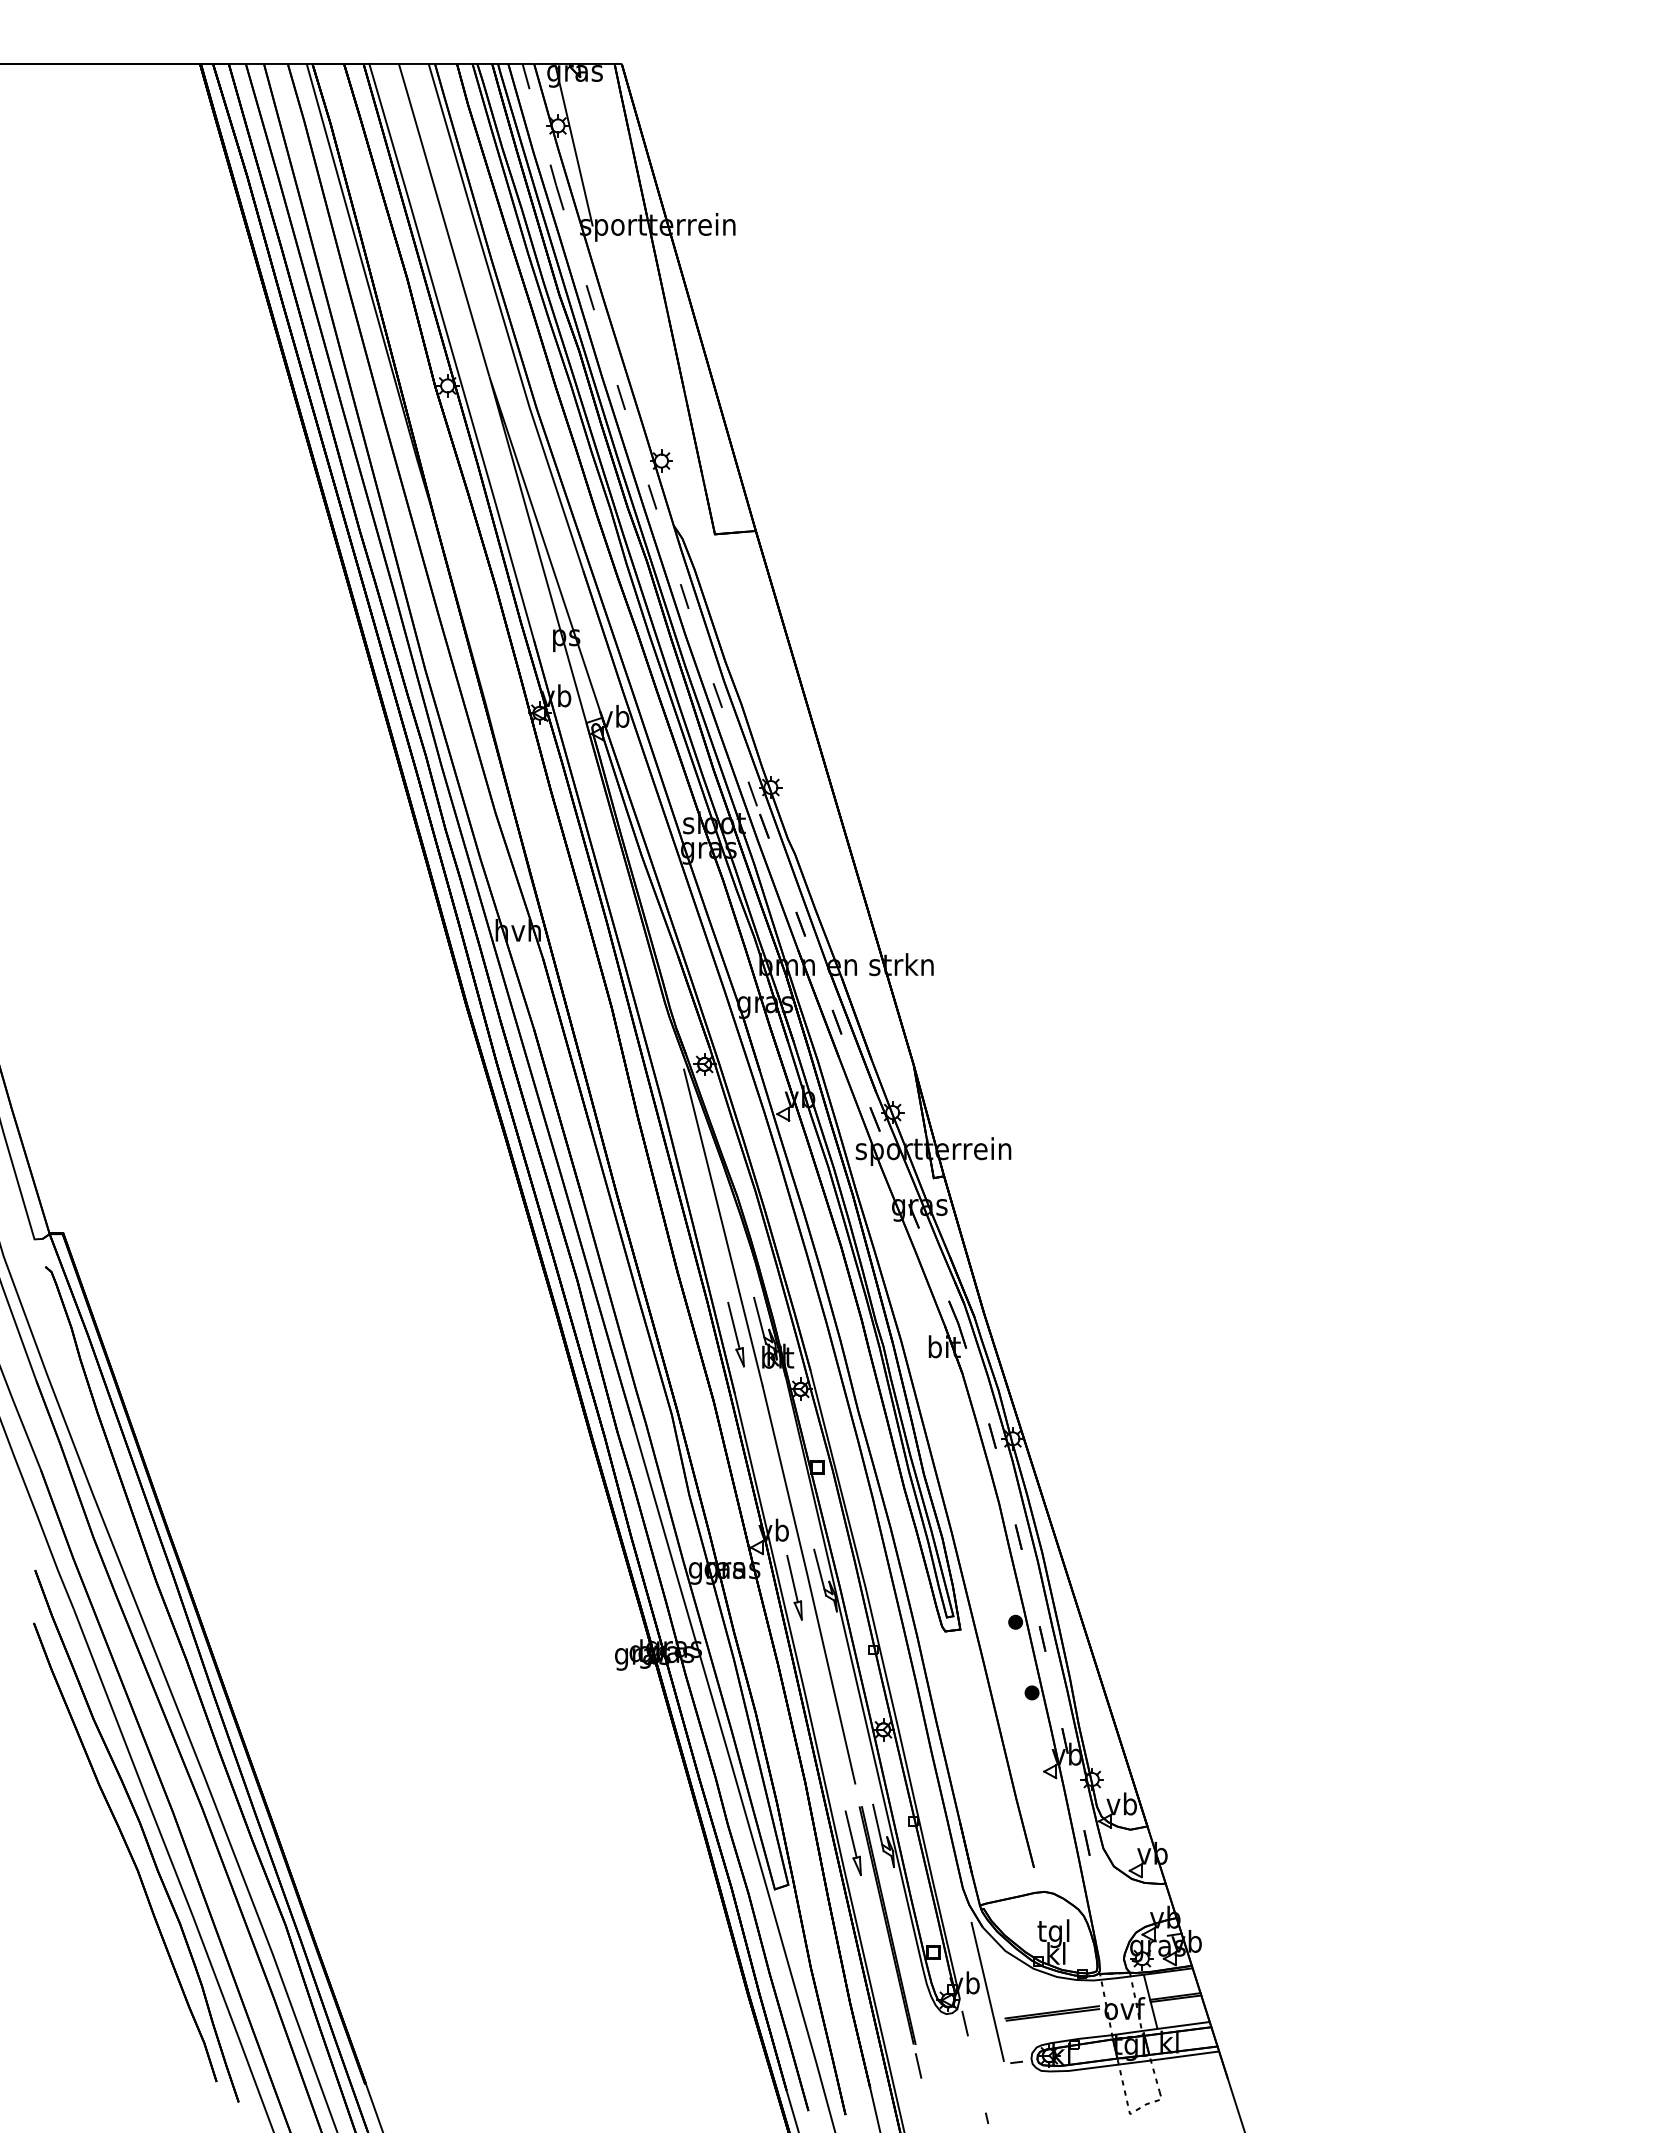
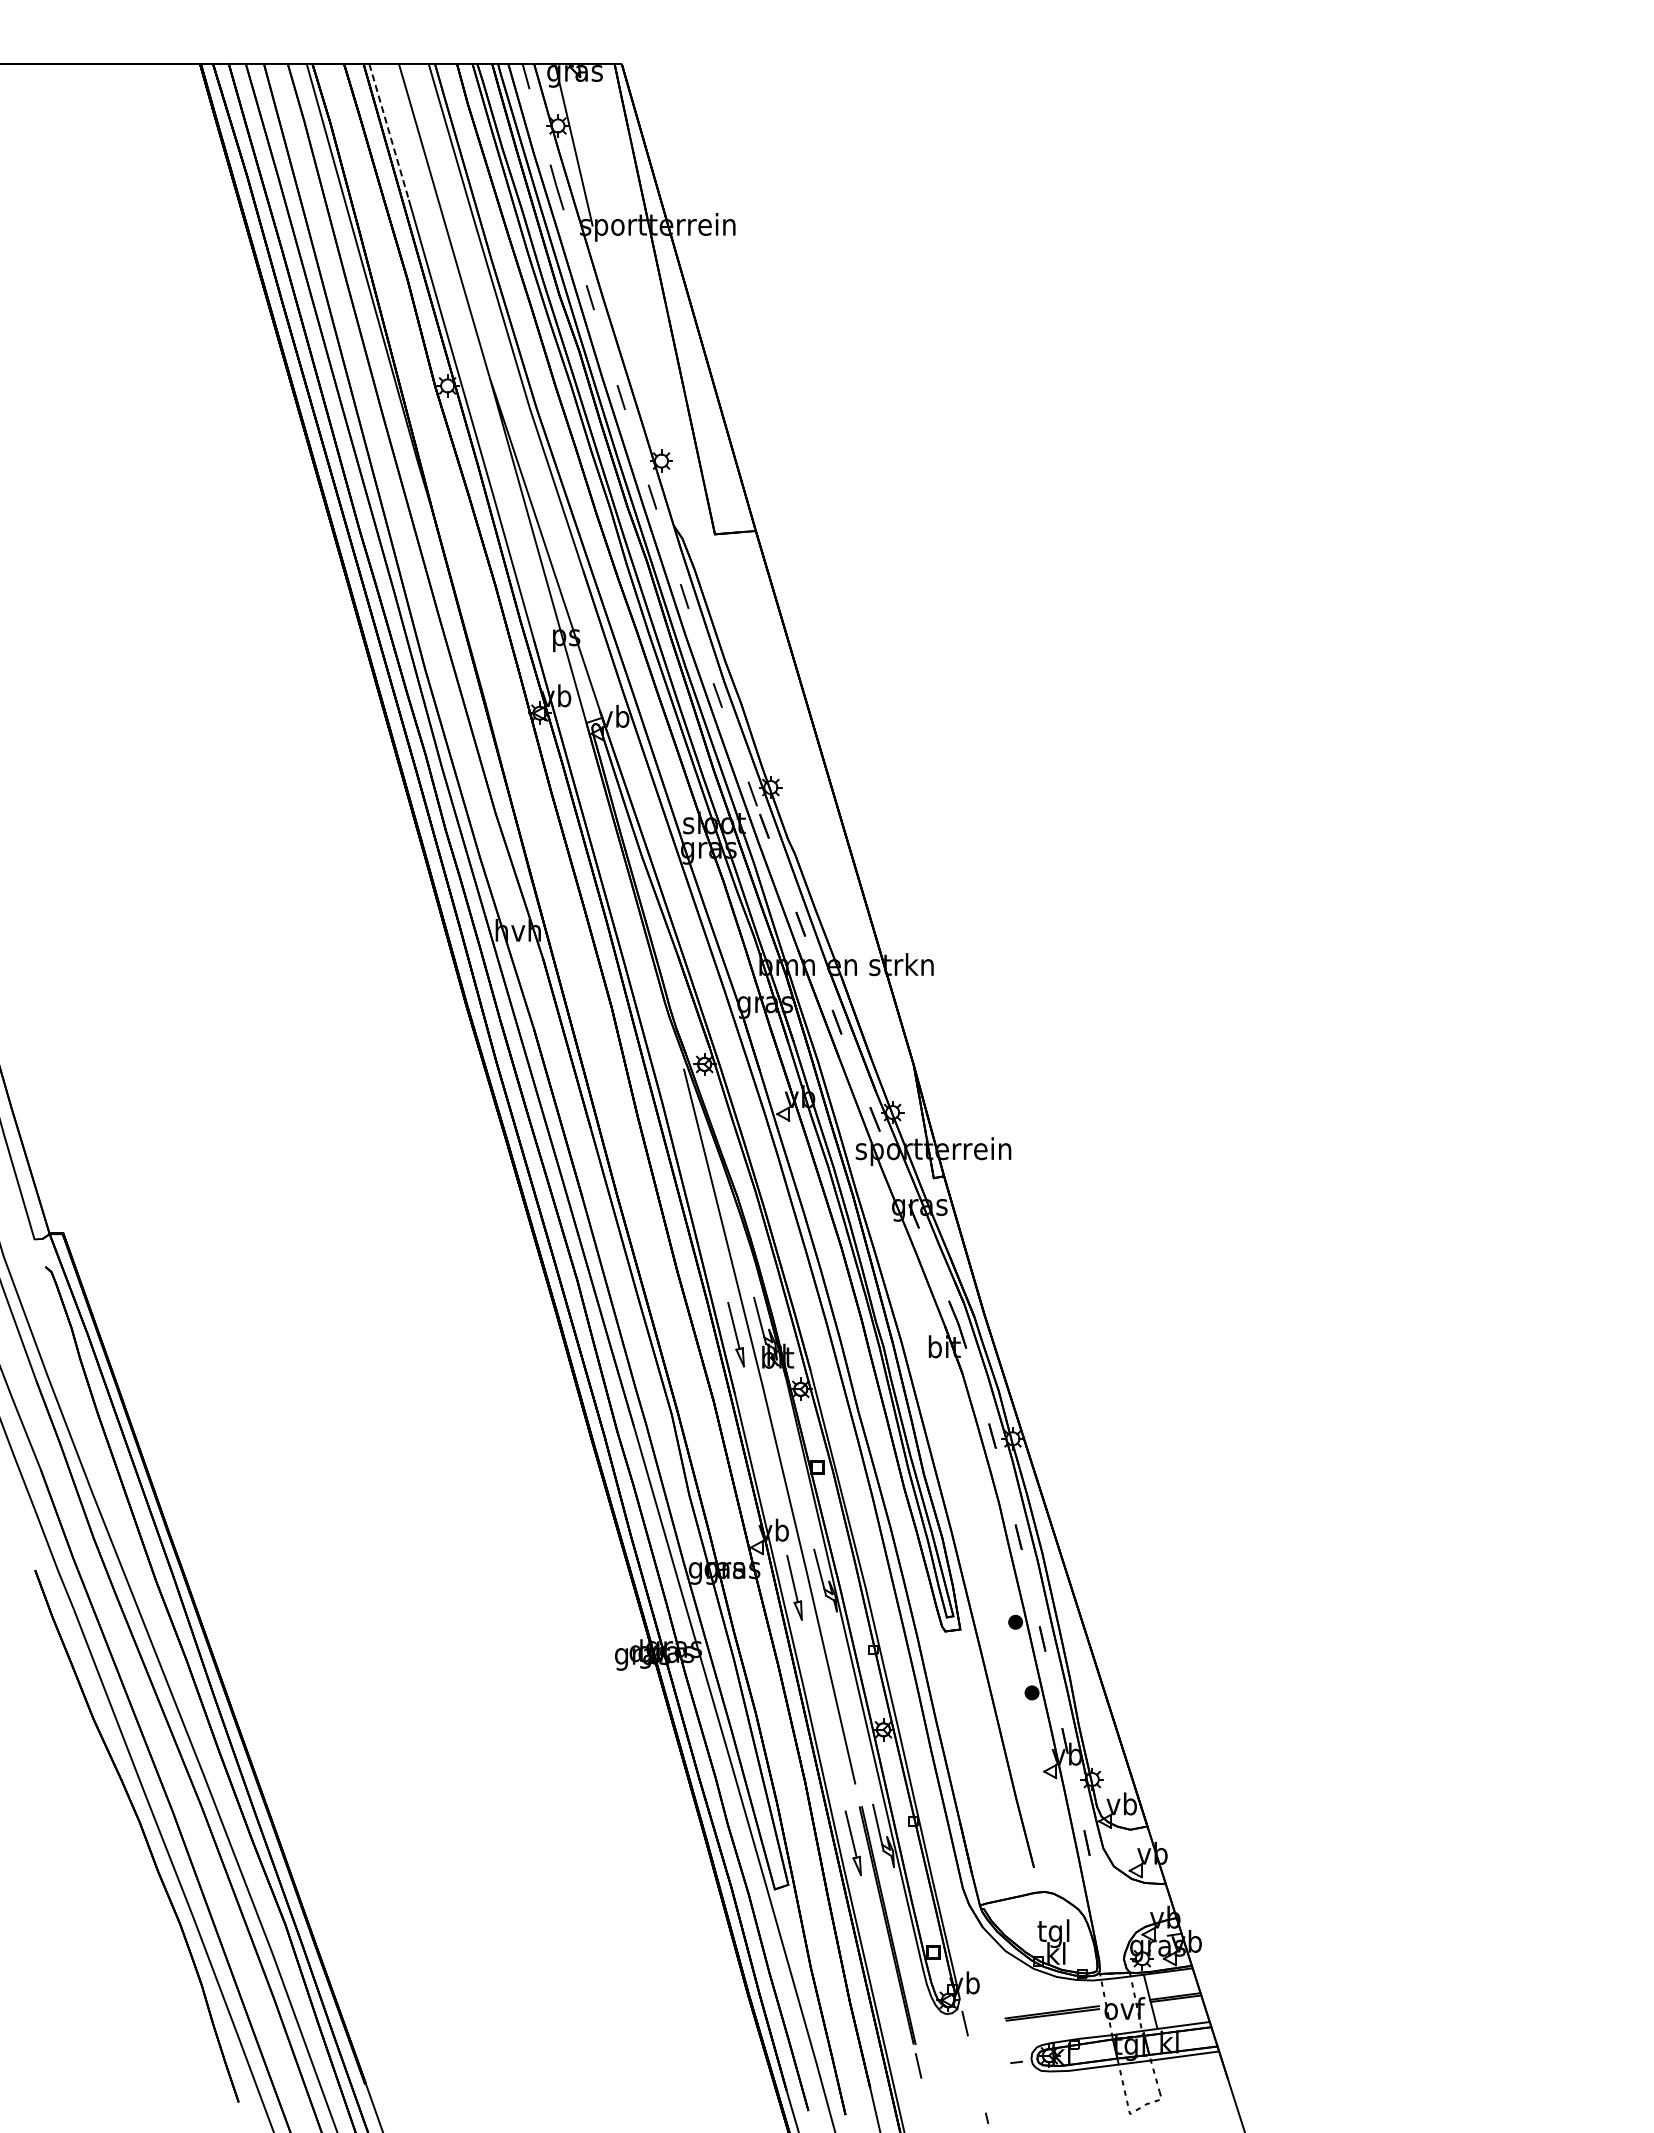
line at (389, 131): solid -> dashed
part at (125, 1852): present -> none
line at (987, 1991): present -> none
